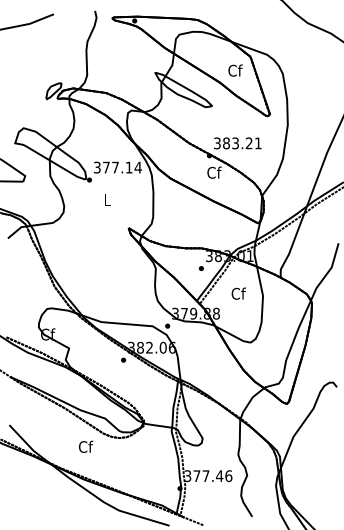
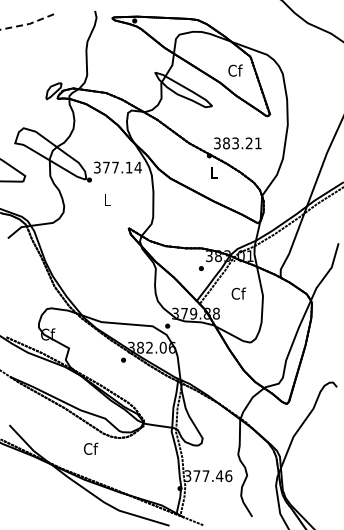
line at (27, 24): solid -> dashed
text at (214, 172): Cf -> L
text at (86, 446) position: (86, 446) -> (91, 448)
